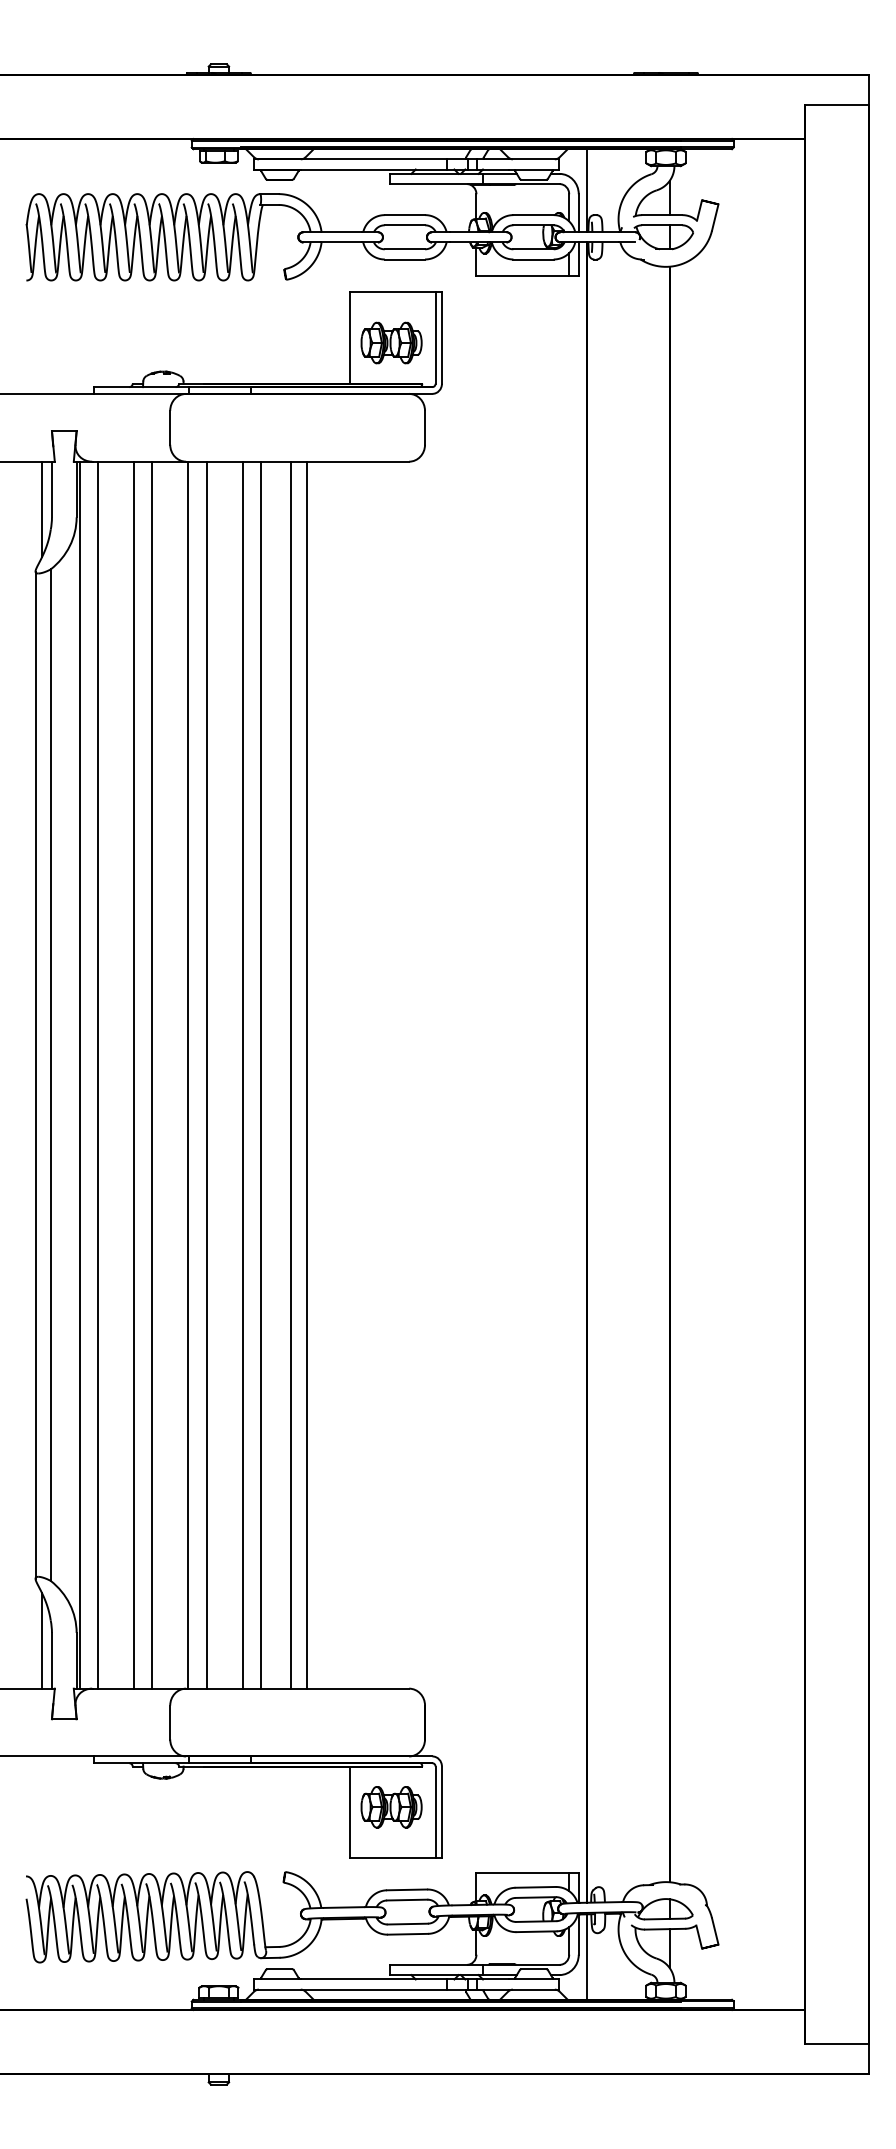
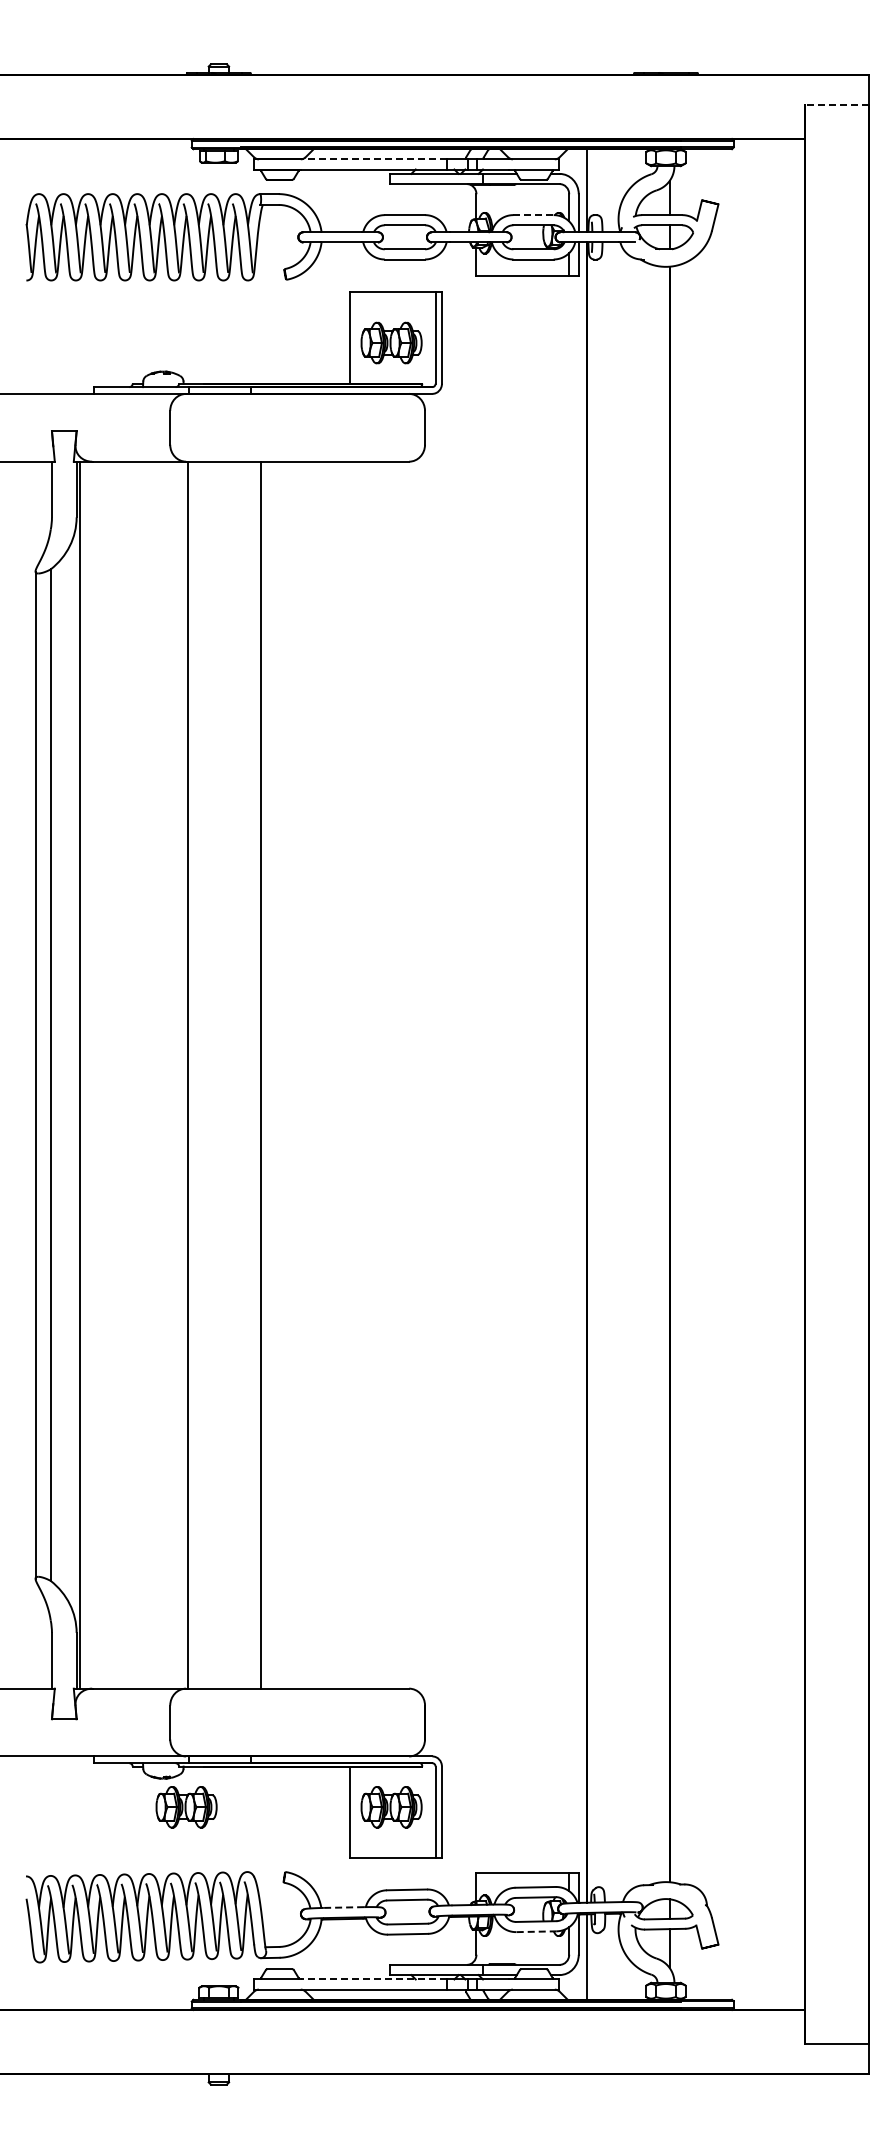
line at (836, 105): solid -> dashed
line at (374, 159): solid -> dashed
line at (534, 215): solid -> dashed
line at (42, 508): present -> none
line at (98, 1074): present -> none
line at (134, 1074): present -> none
line at (152, 1074): present -> none
line at (206, 1074): present -> none
line at (242, 1074): present -> none
line at (291, 1074): present -> none
line at (306, 1074): present -> none
line at (42, 1640): present -> none
part at (186, 1807): none -> present
line at (343, 1907): solid -> dashed
line at (536, 1931): solid -> dashed
line at (374, 1979): solid -> dashed
